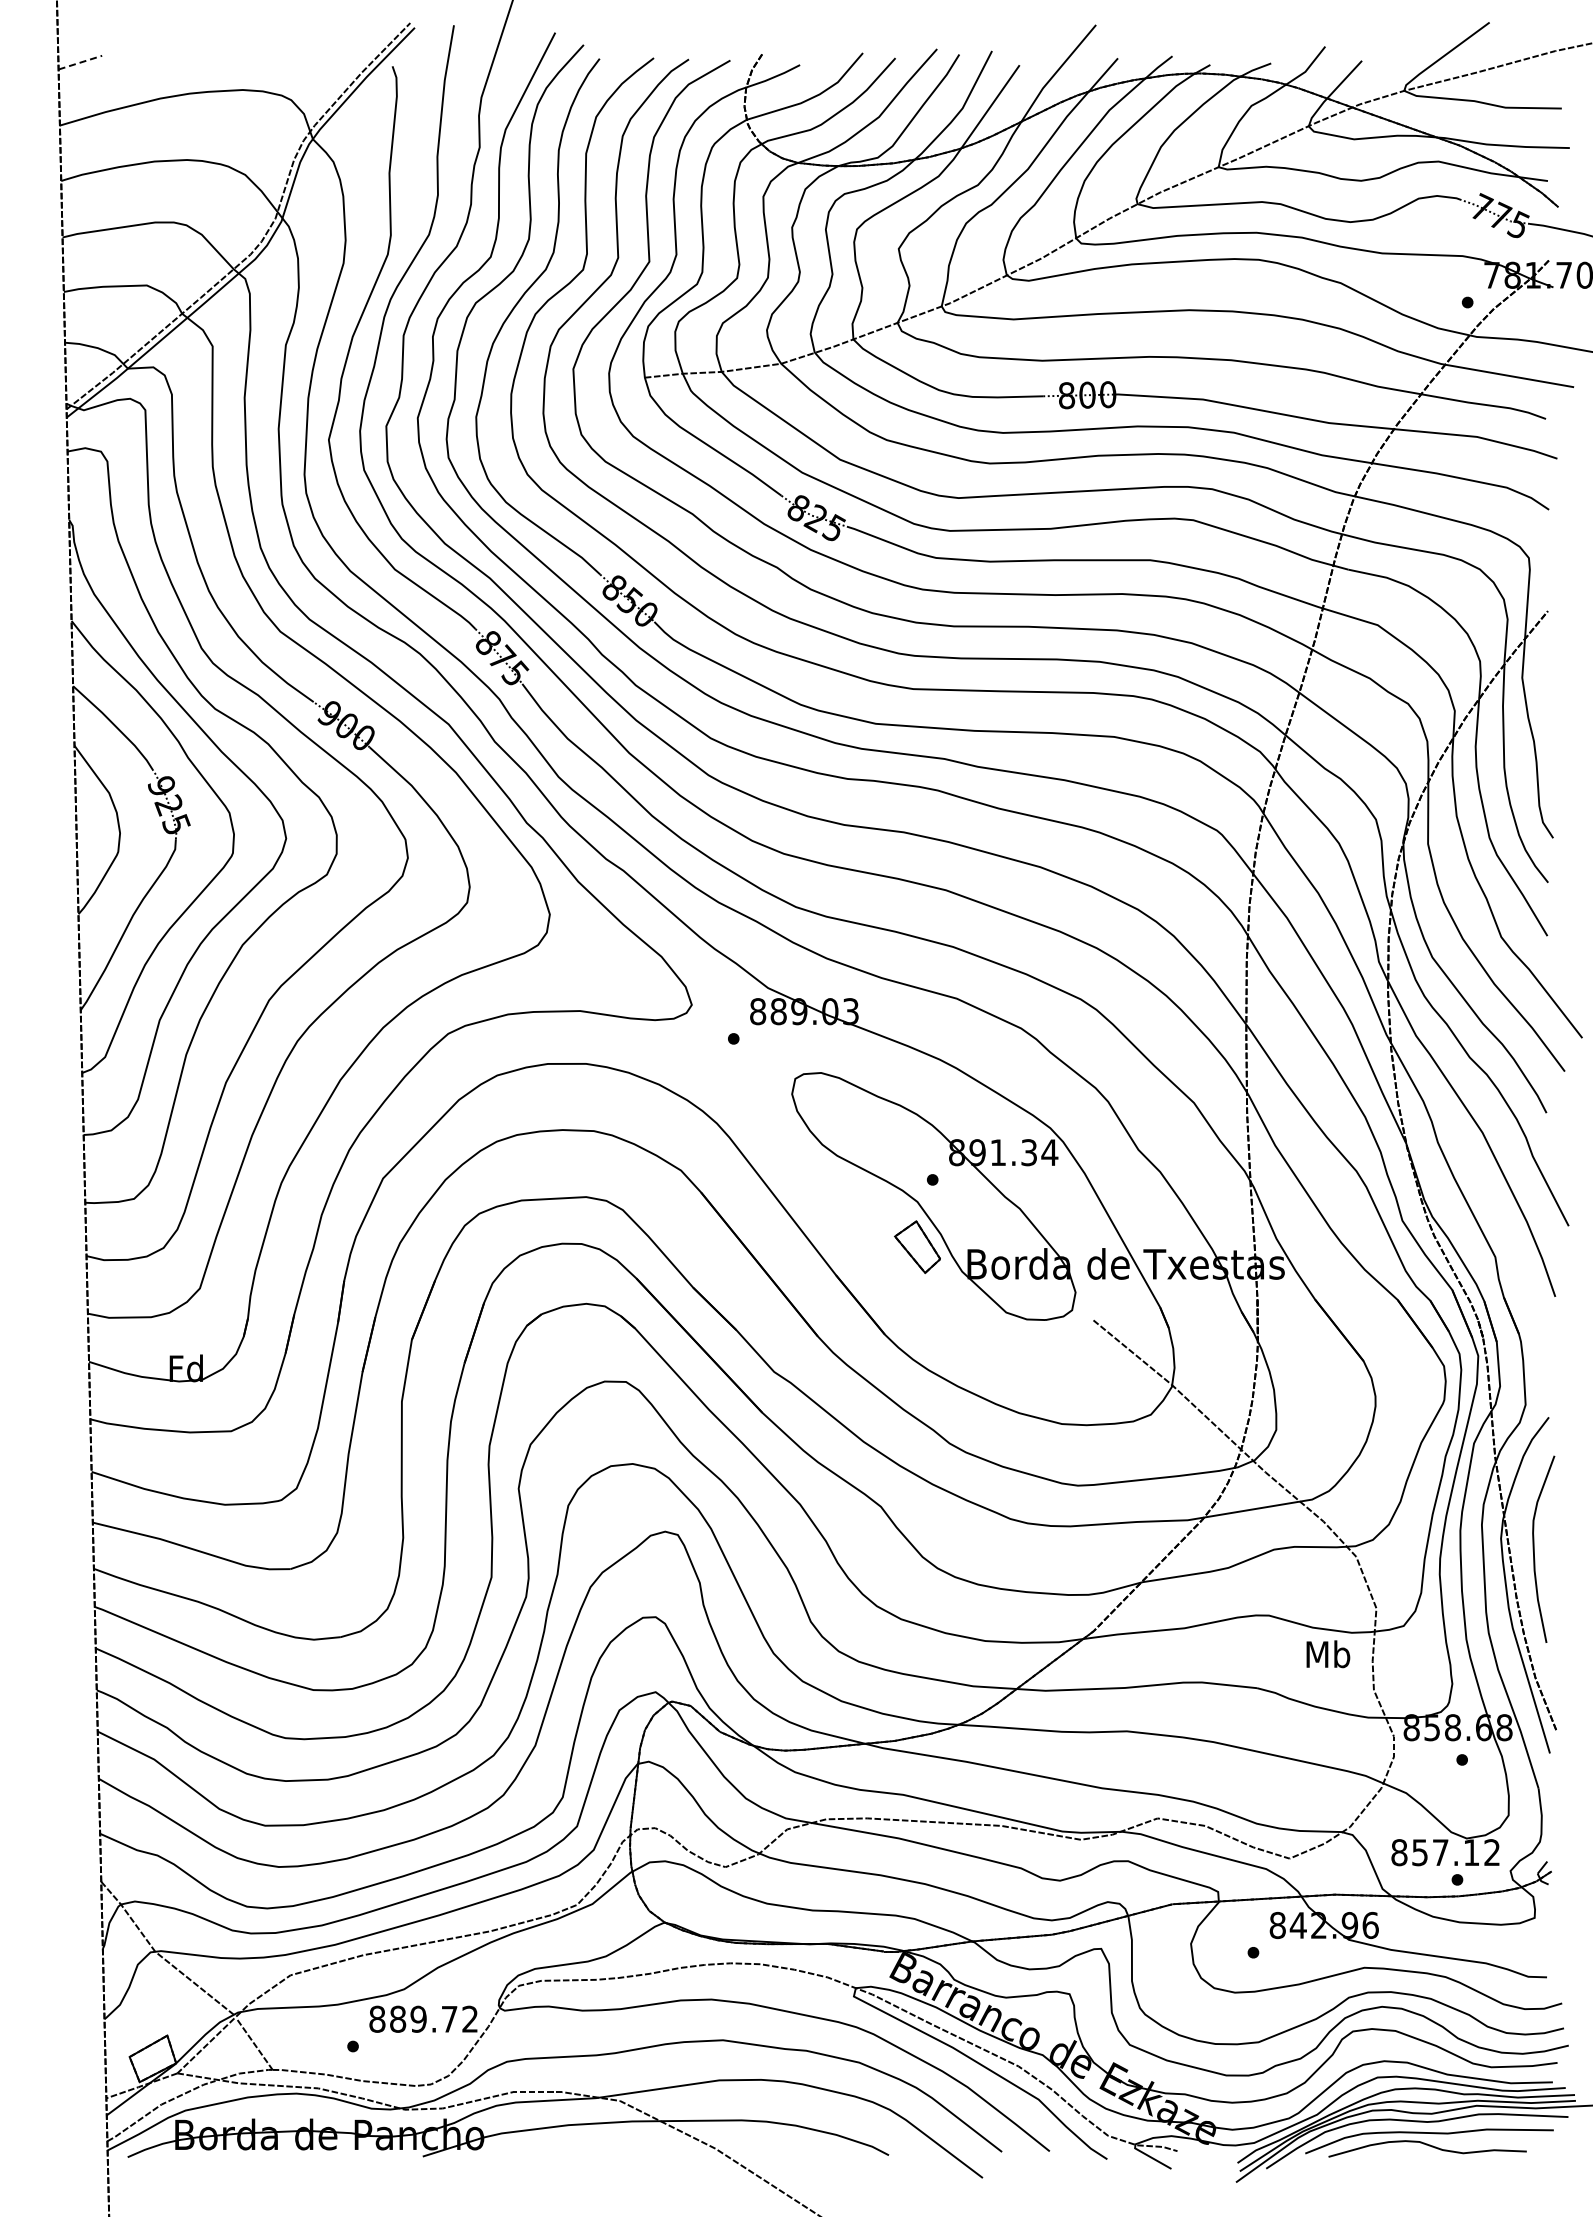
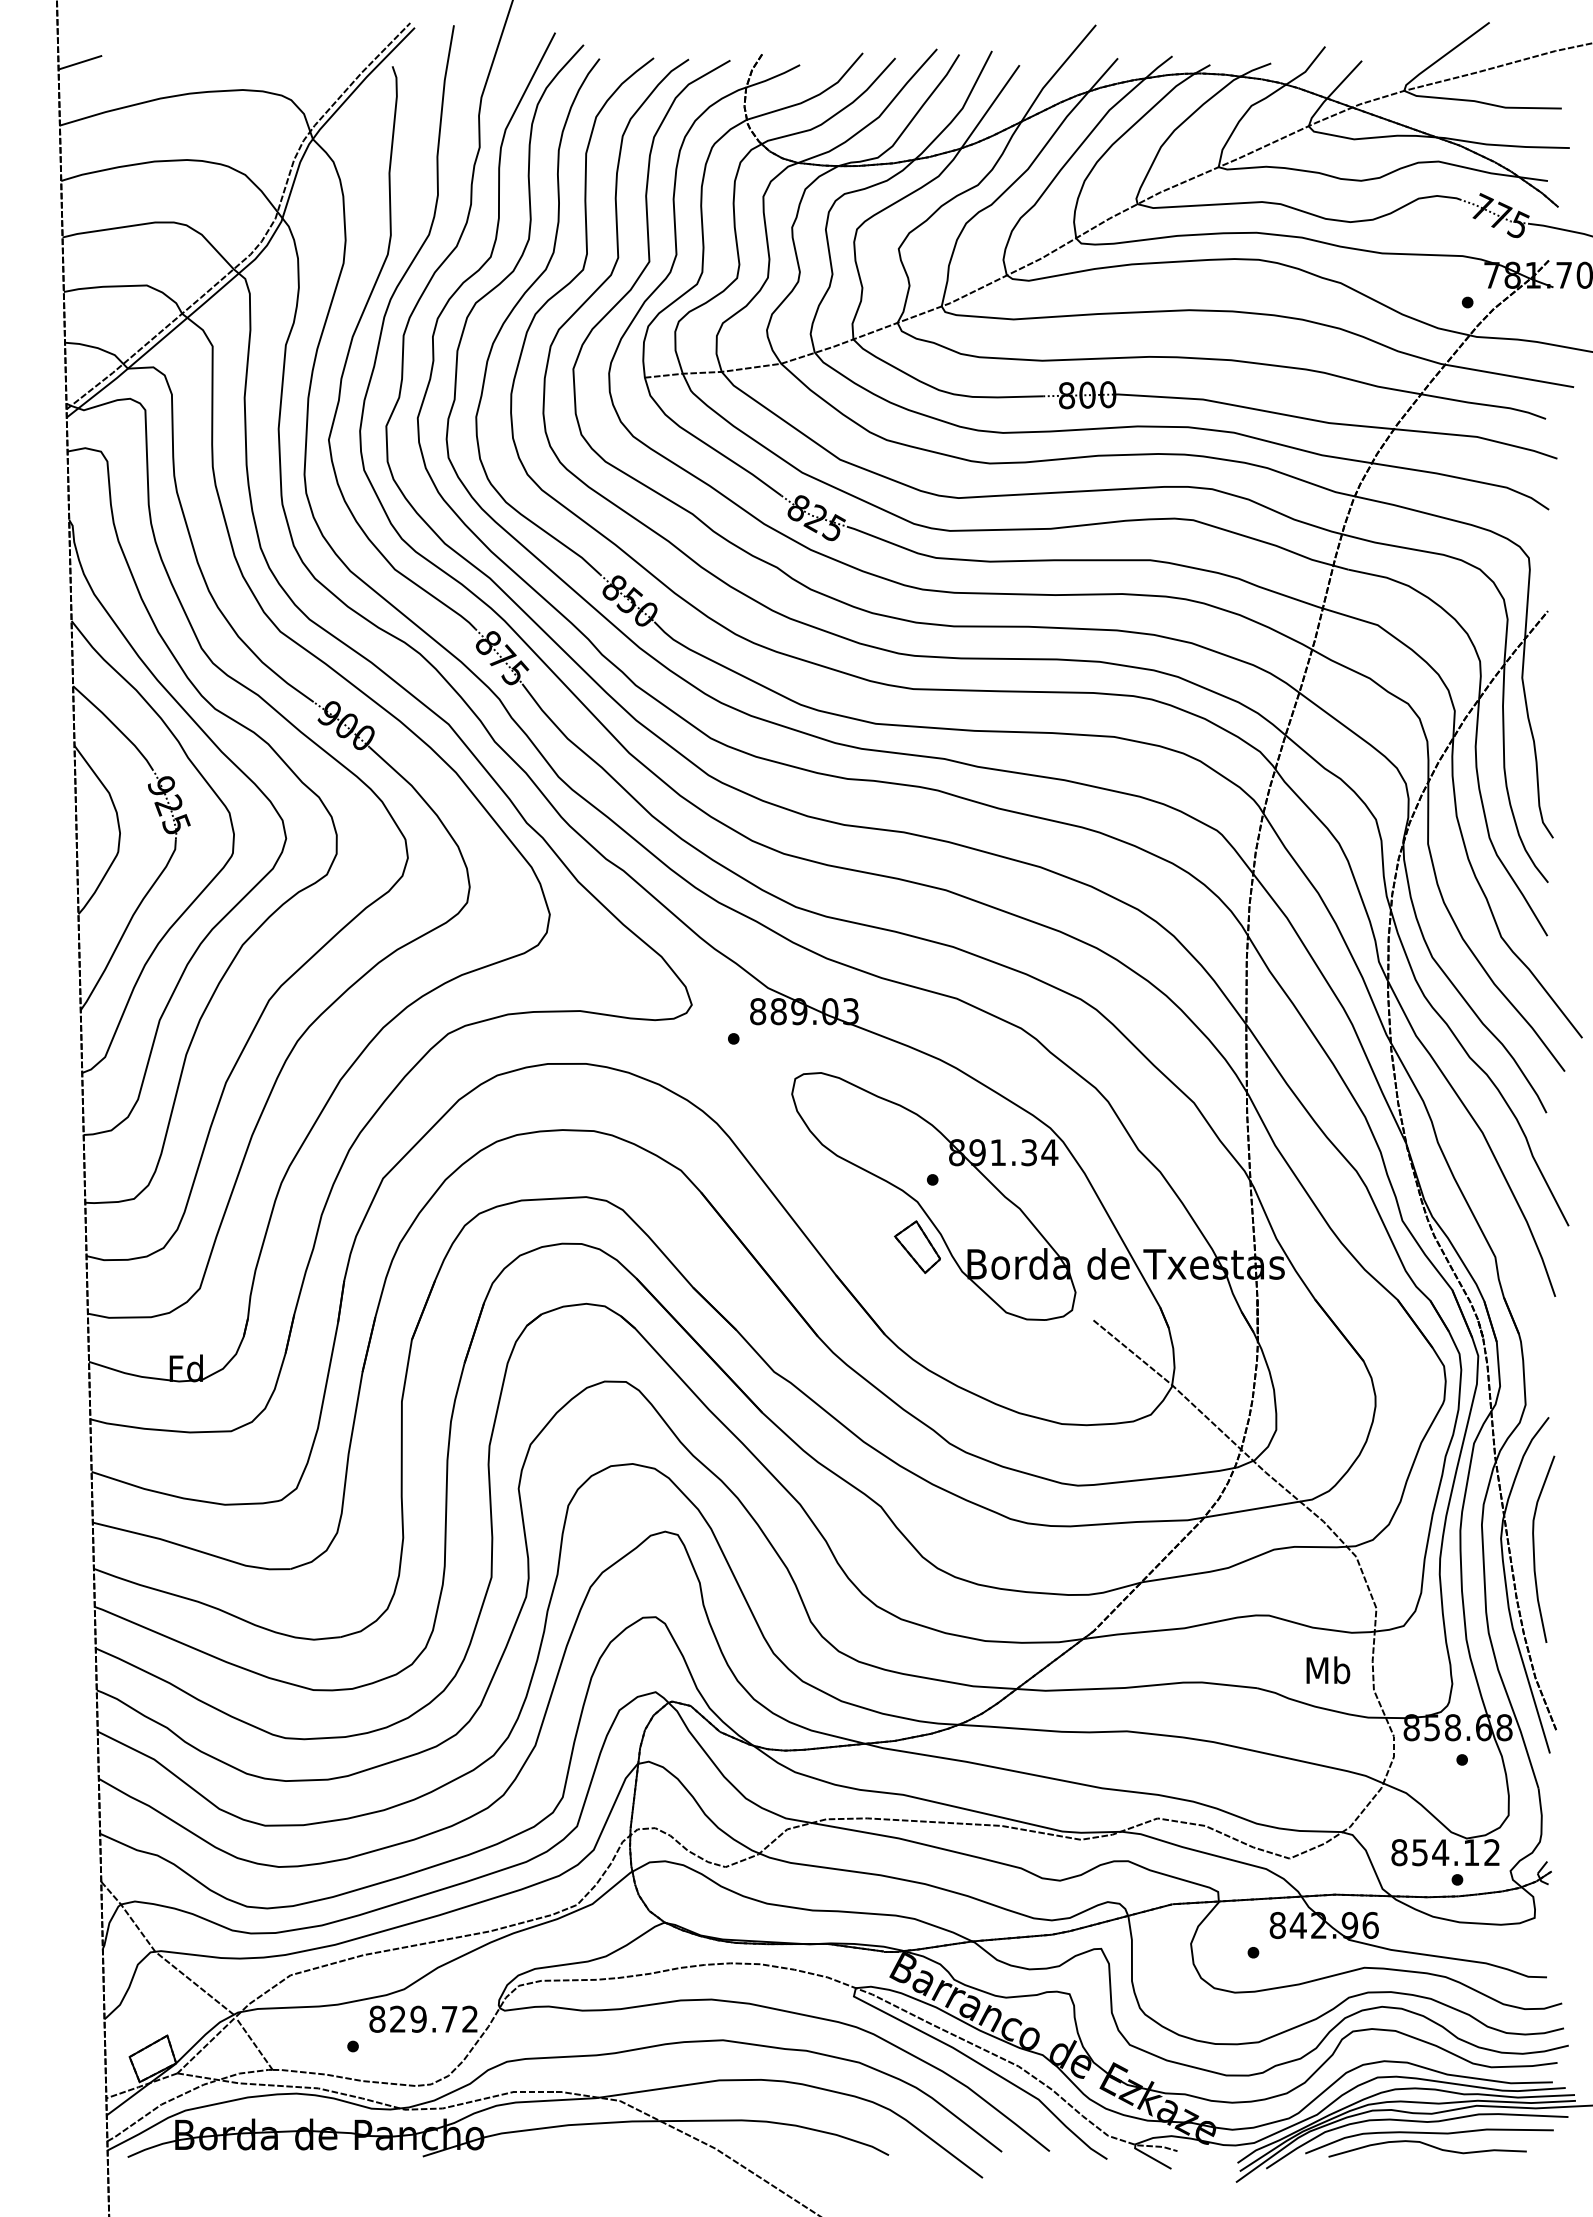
line at (80, 62): dashed -> solid
text at (1328, 1654) position: (1328, 1654) -> (1328, 1670)
text at (1440, 1852): 857.12 -> 854.12
text at (398, 2018): 889.72 -> 829.72
